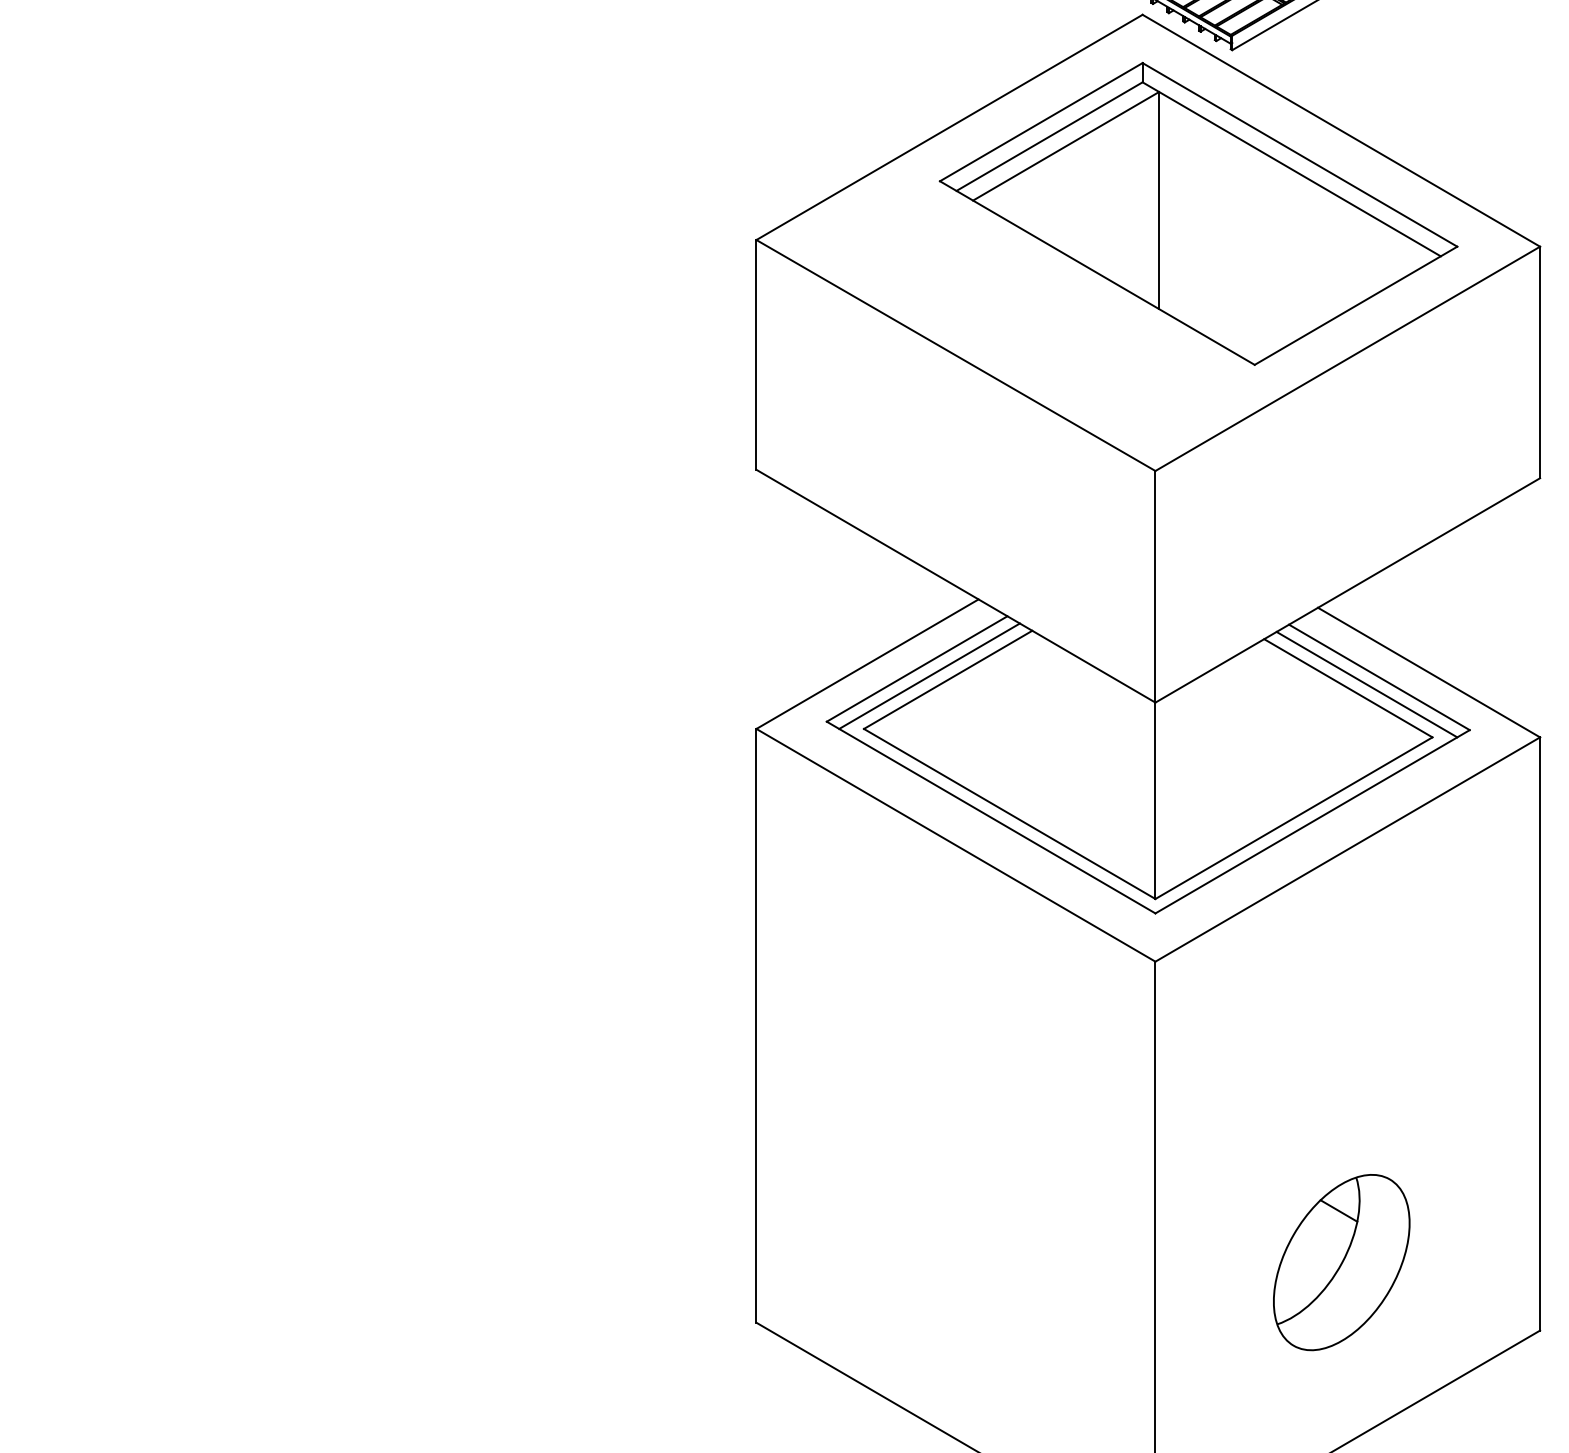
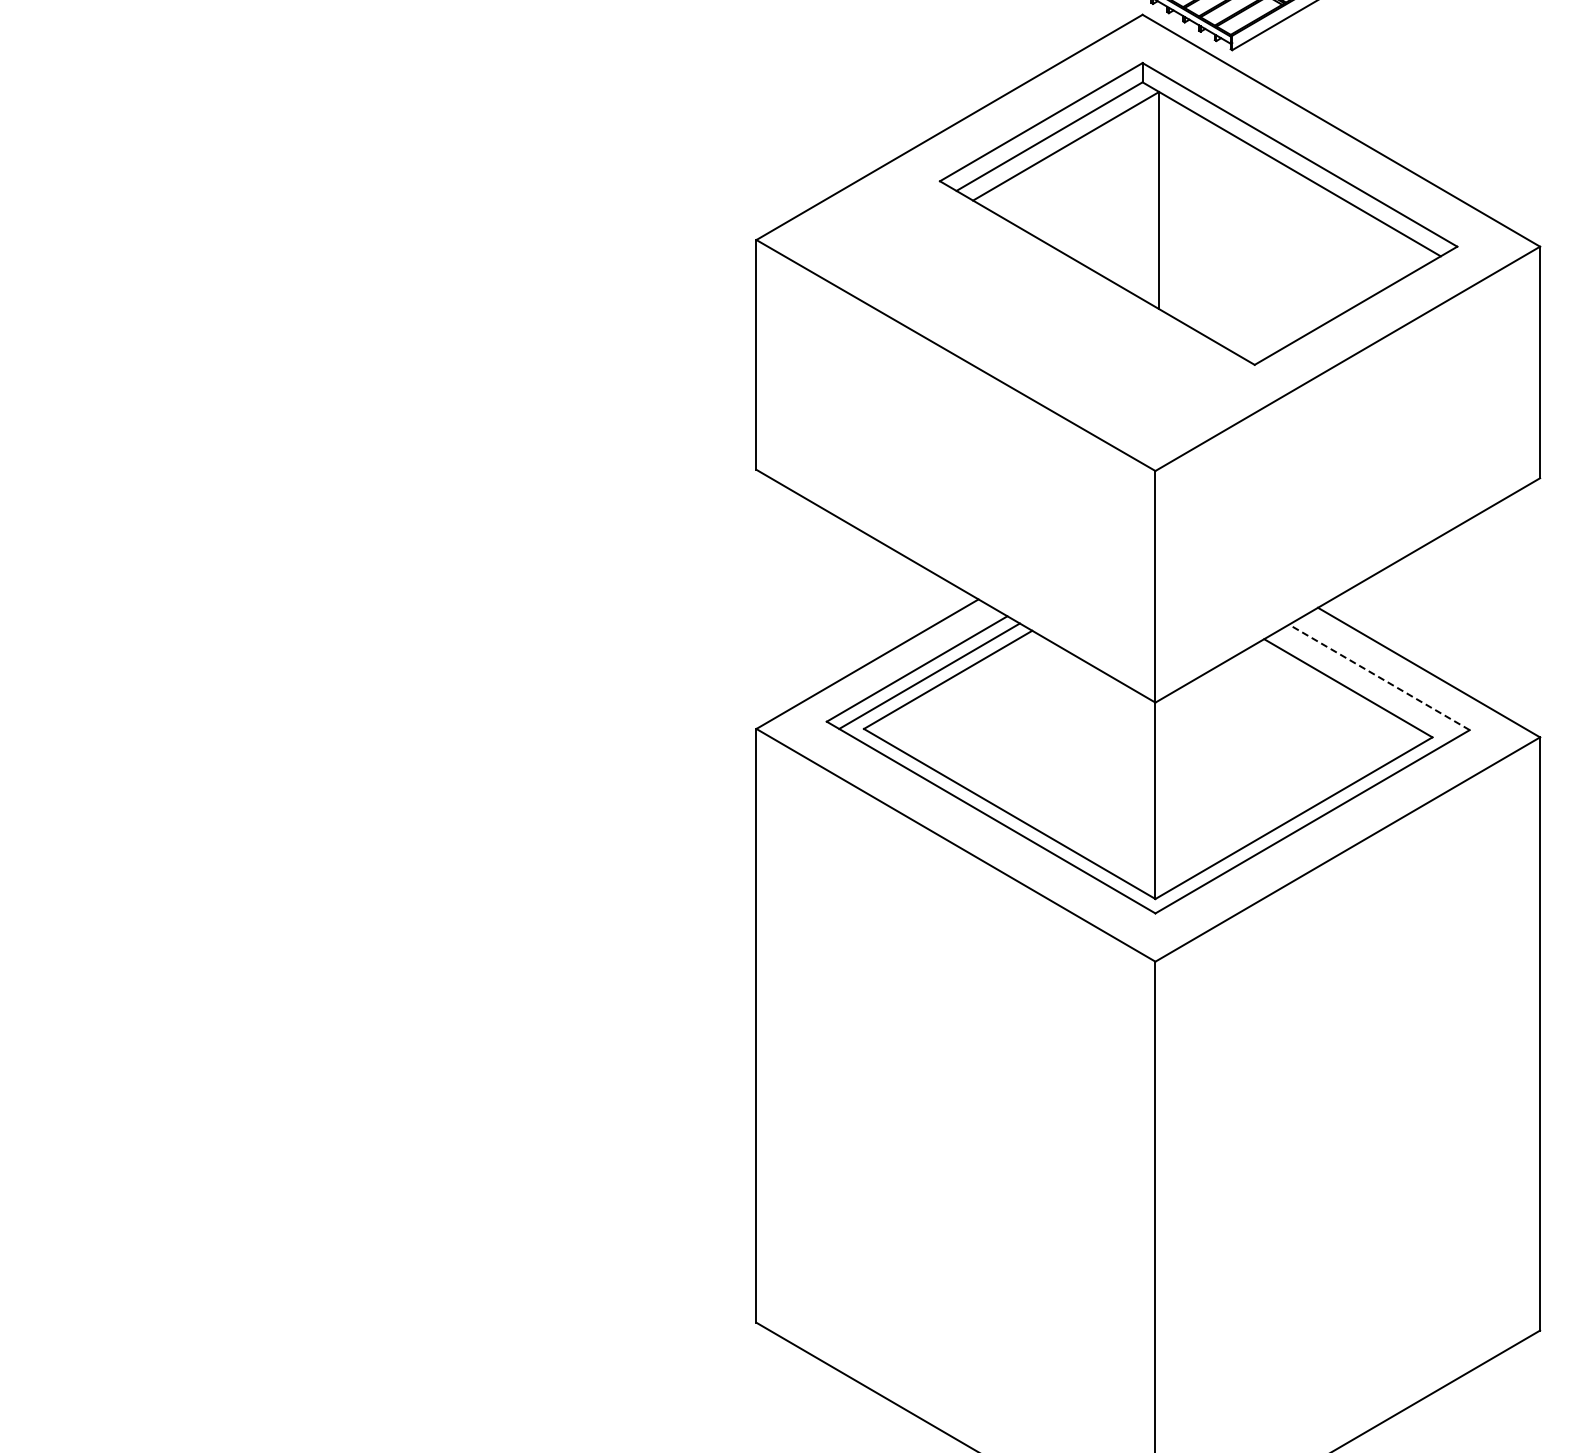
line at (1379, 677): solid -> dashed
line at (1366, 684): present -> none
part at (1341, 1262): present -> none
